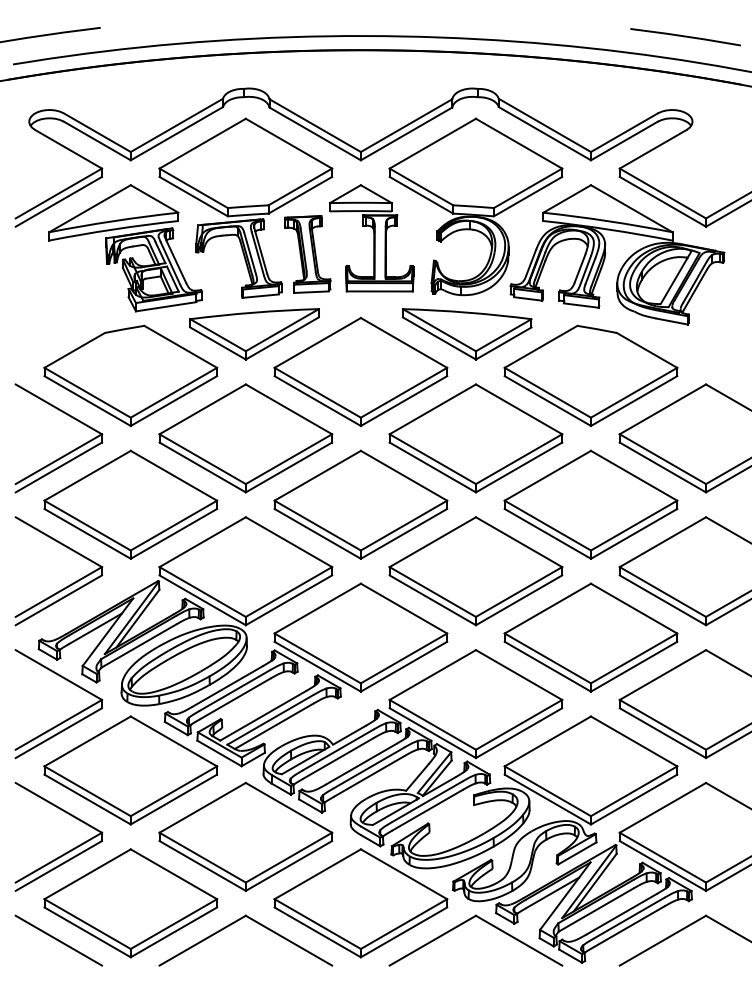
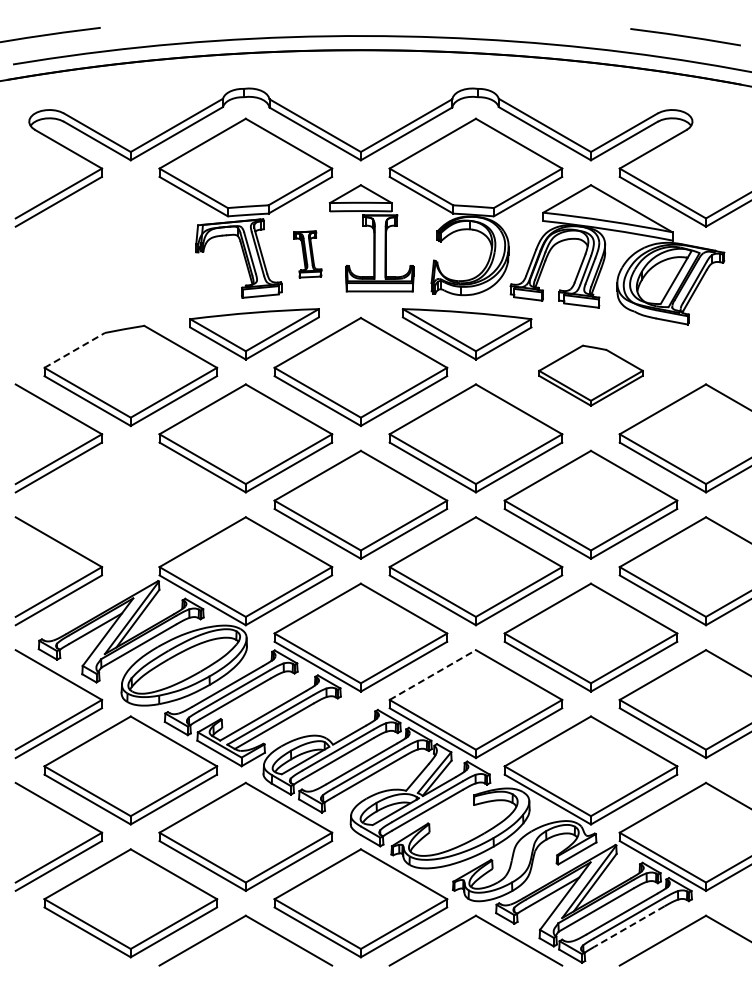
part at (125, 248): present -> none
part at (307, 254) size: 48x79 px -> 30x49 px
line at (74, 350): solid -> dashed
part at (590, 375) size: 176x103 px -> 106x63 px
part at (130, 504): present -> none
line at (432, 675): solid -> dashed
line at (629, 926): solid -> dashed
line at (58, 940): present -> none
